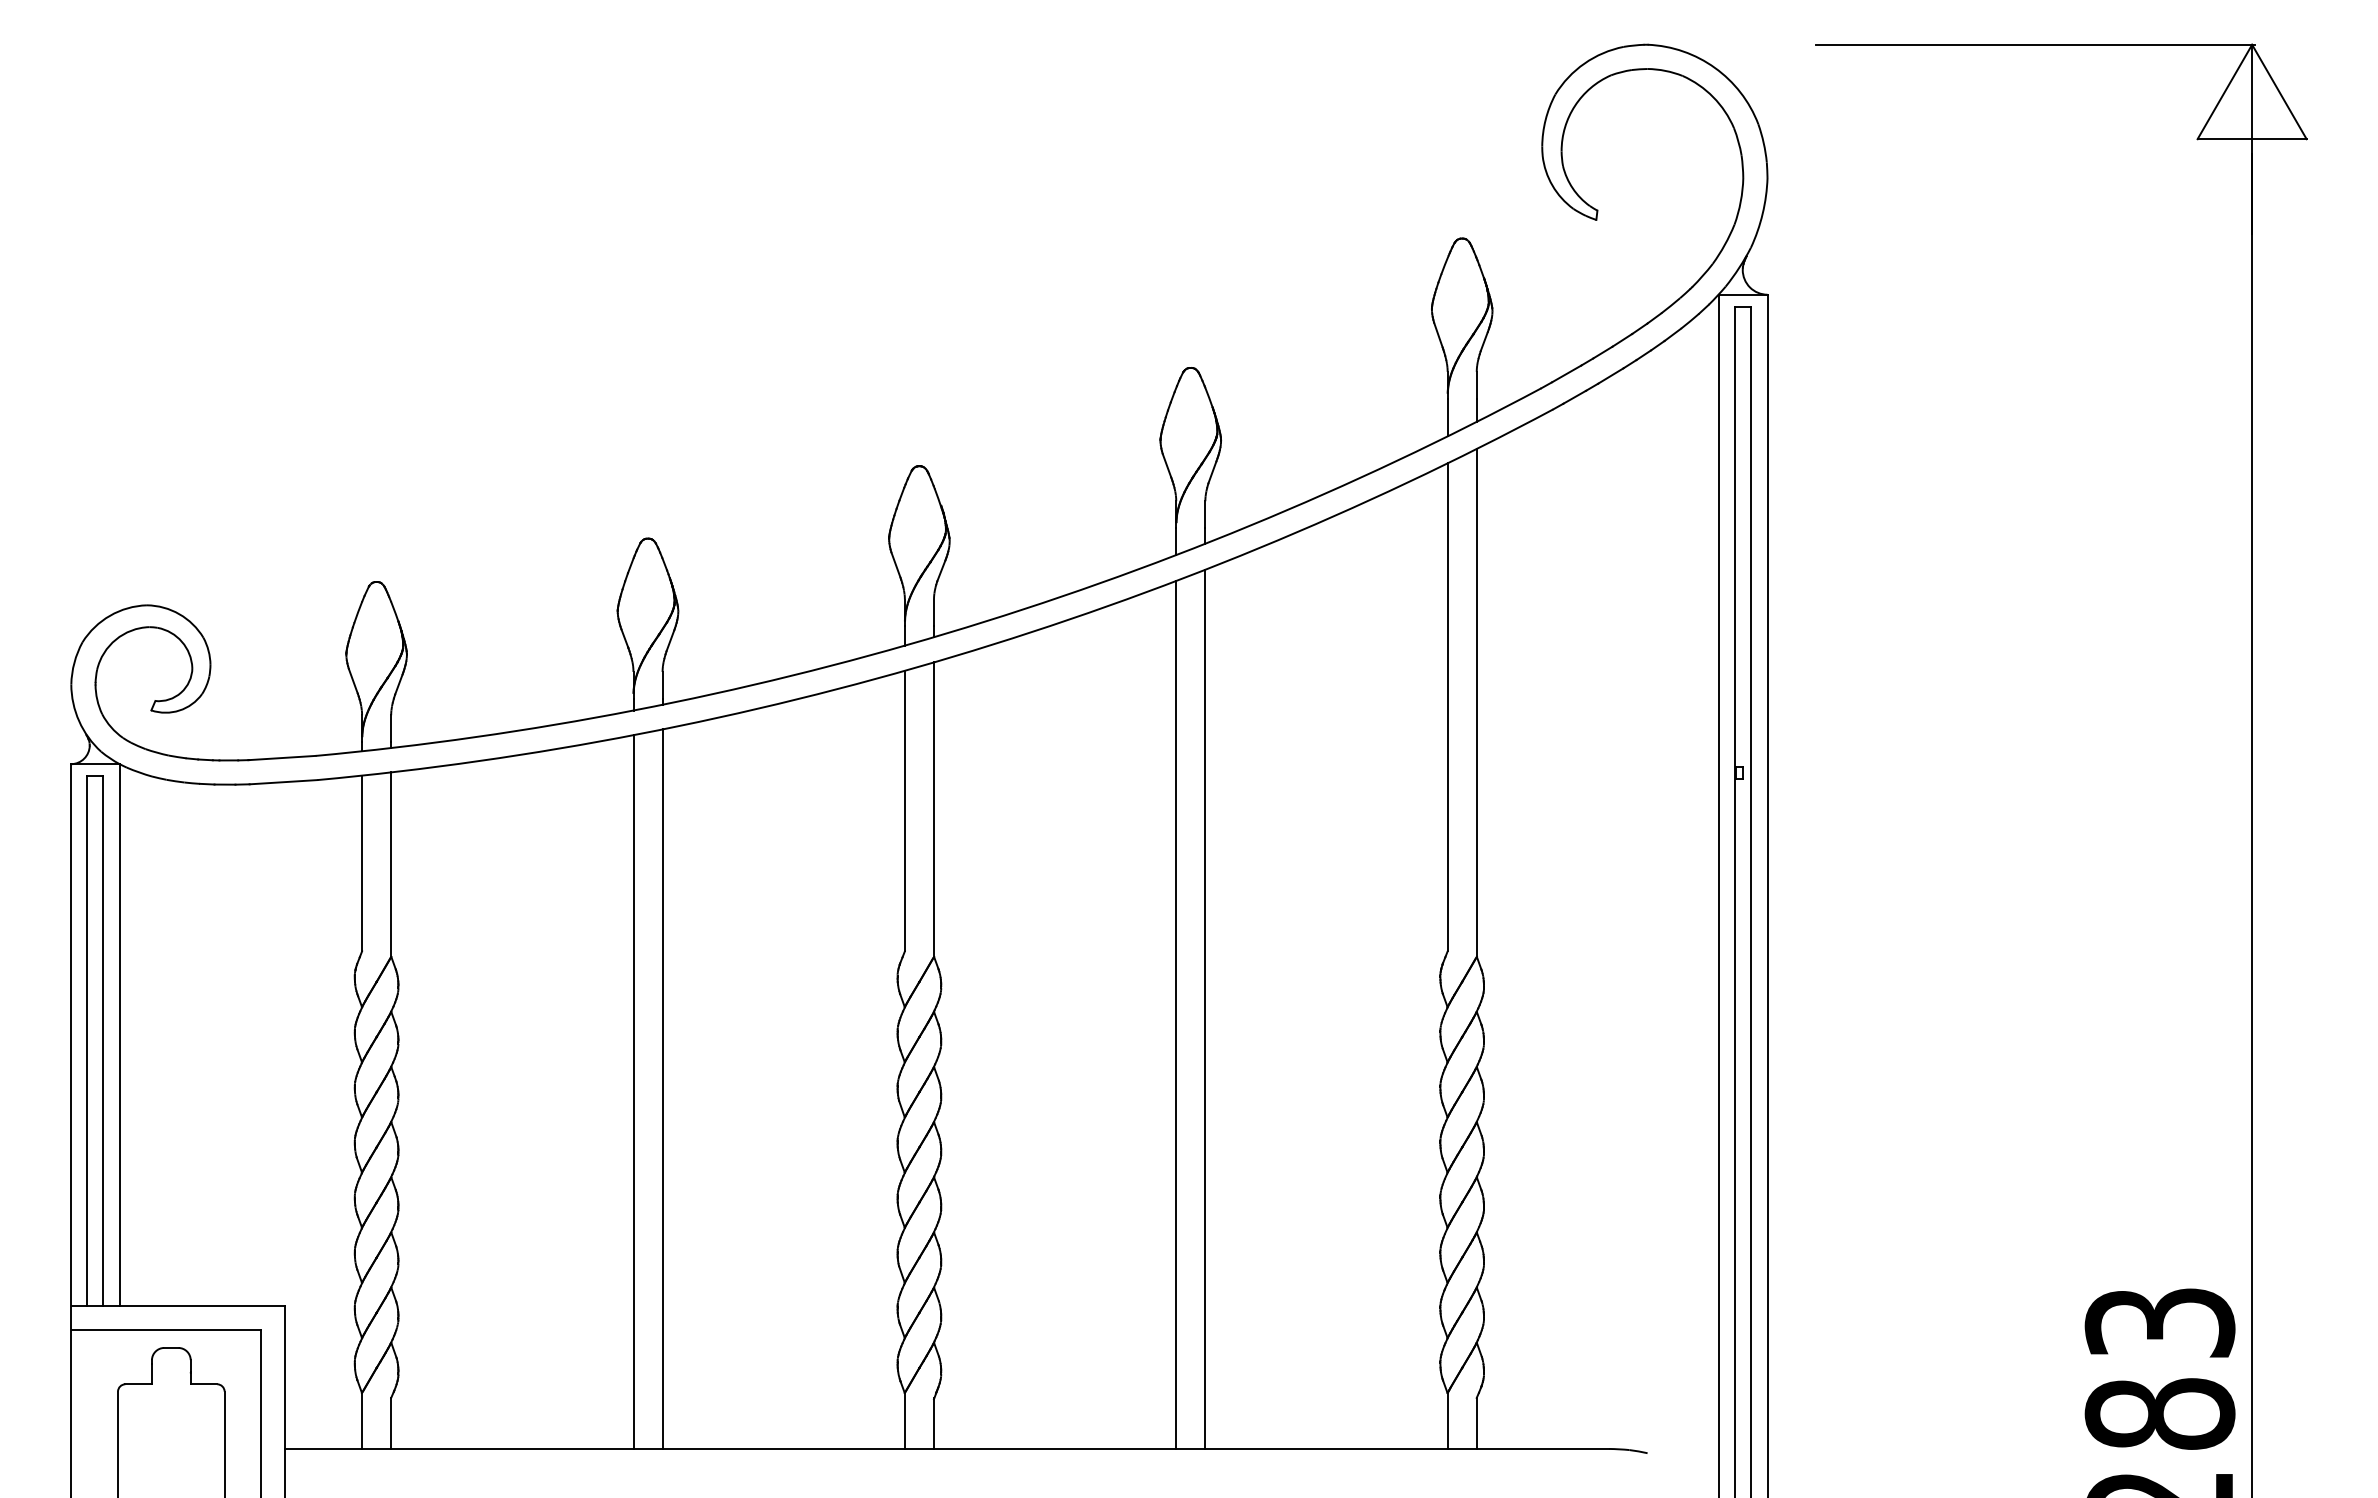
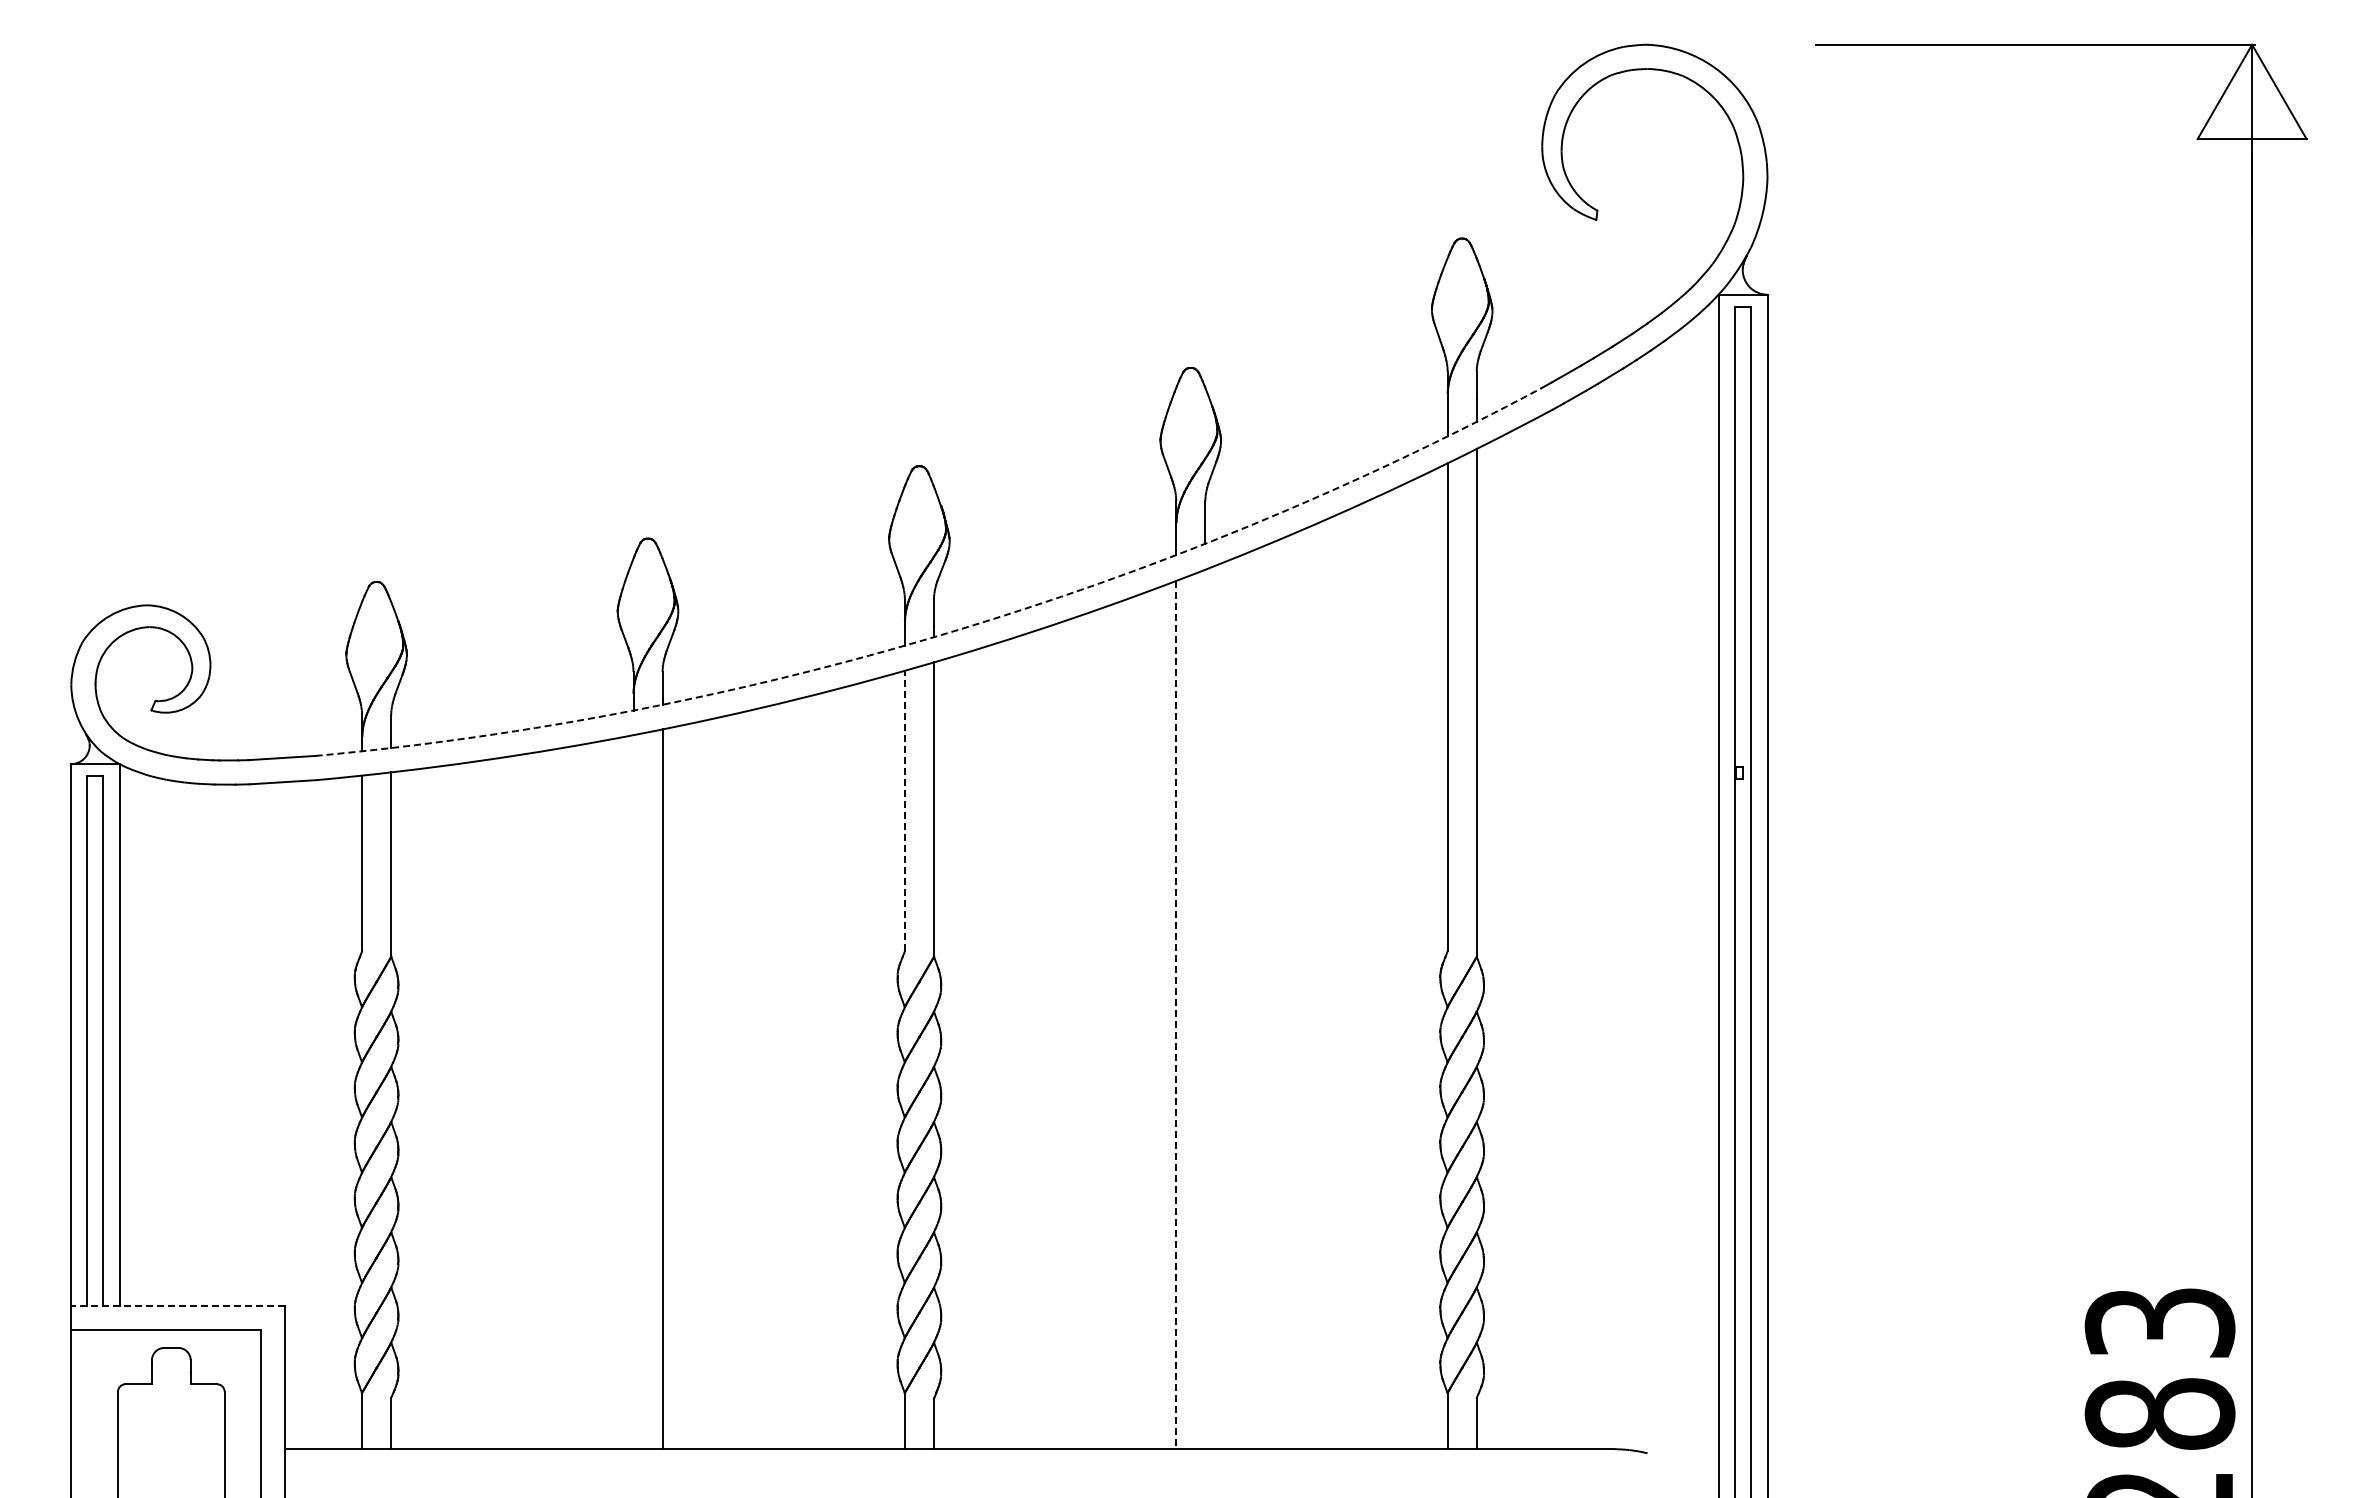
arc at (946, 633): solid -> dashed
line at (904, 810): solid -> dashed
line at (1205, 1008): present -> none
line at (1176, 1014): solid -> dashed
line at (633, 1091): present -> none
line at (178, 1306): solid -> dashed
